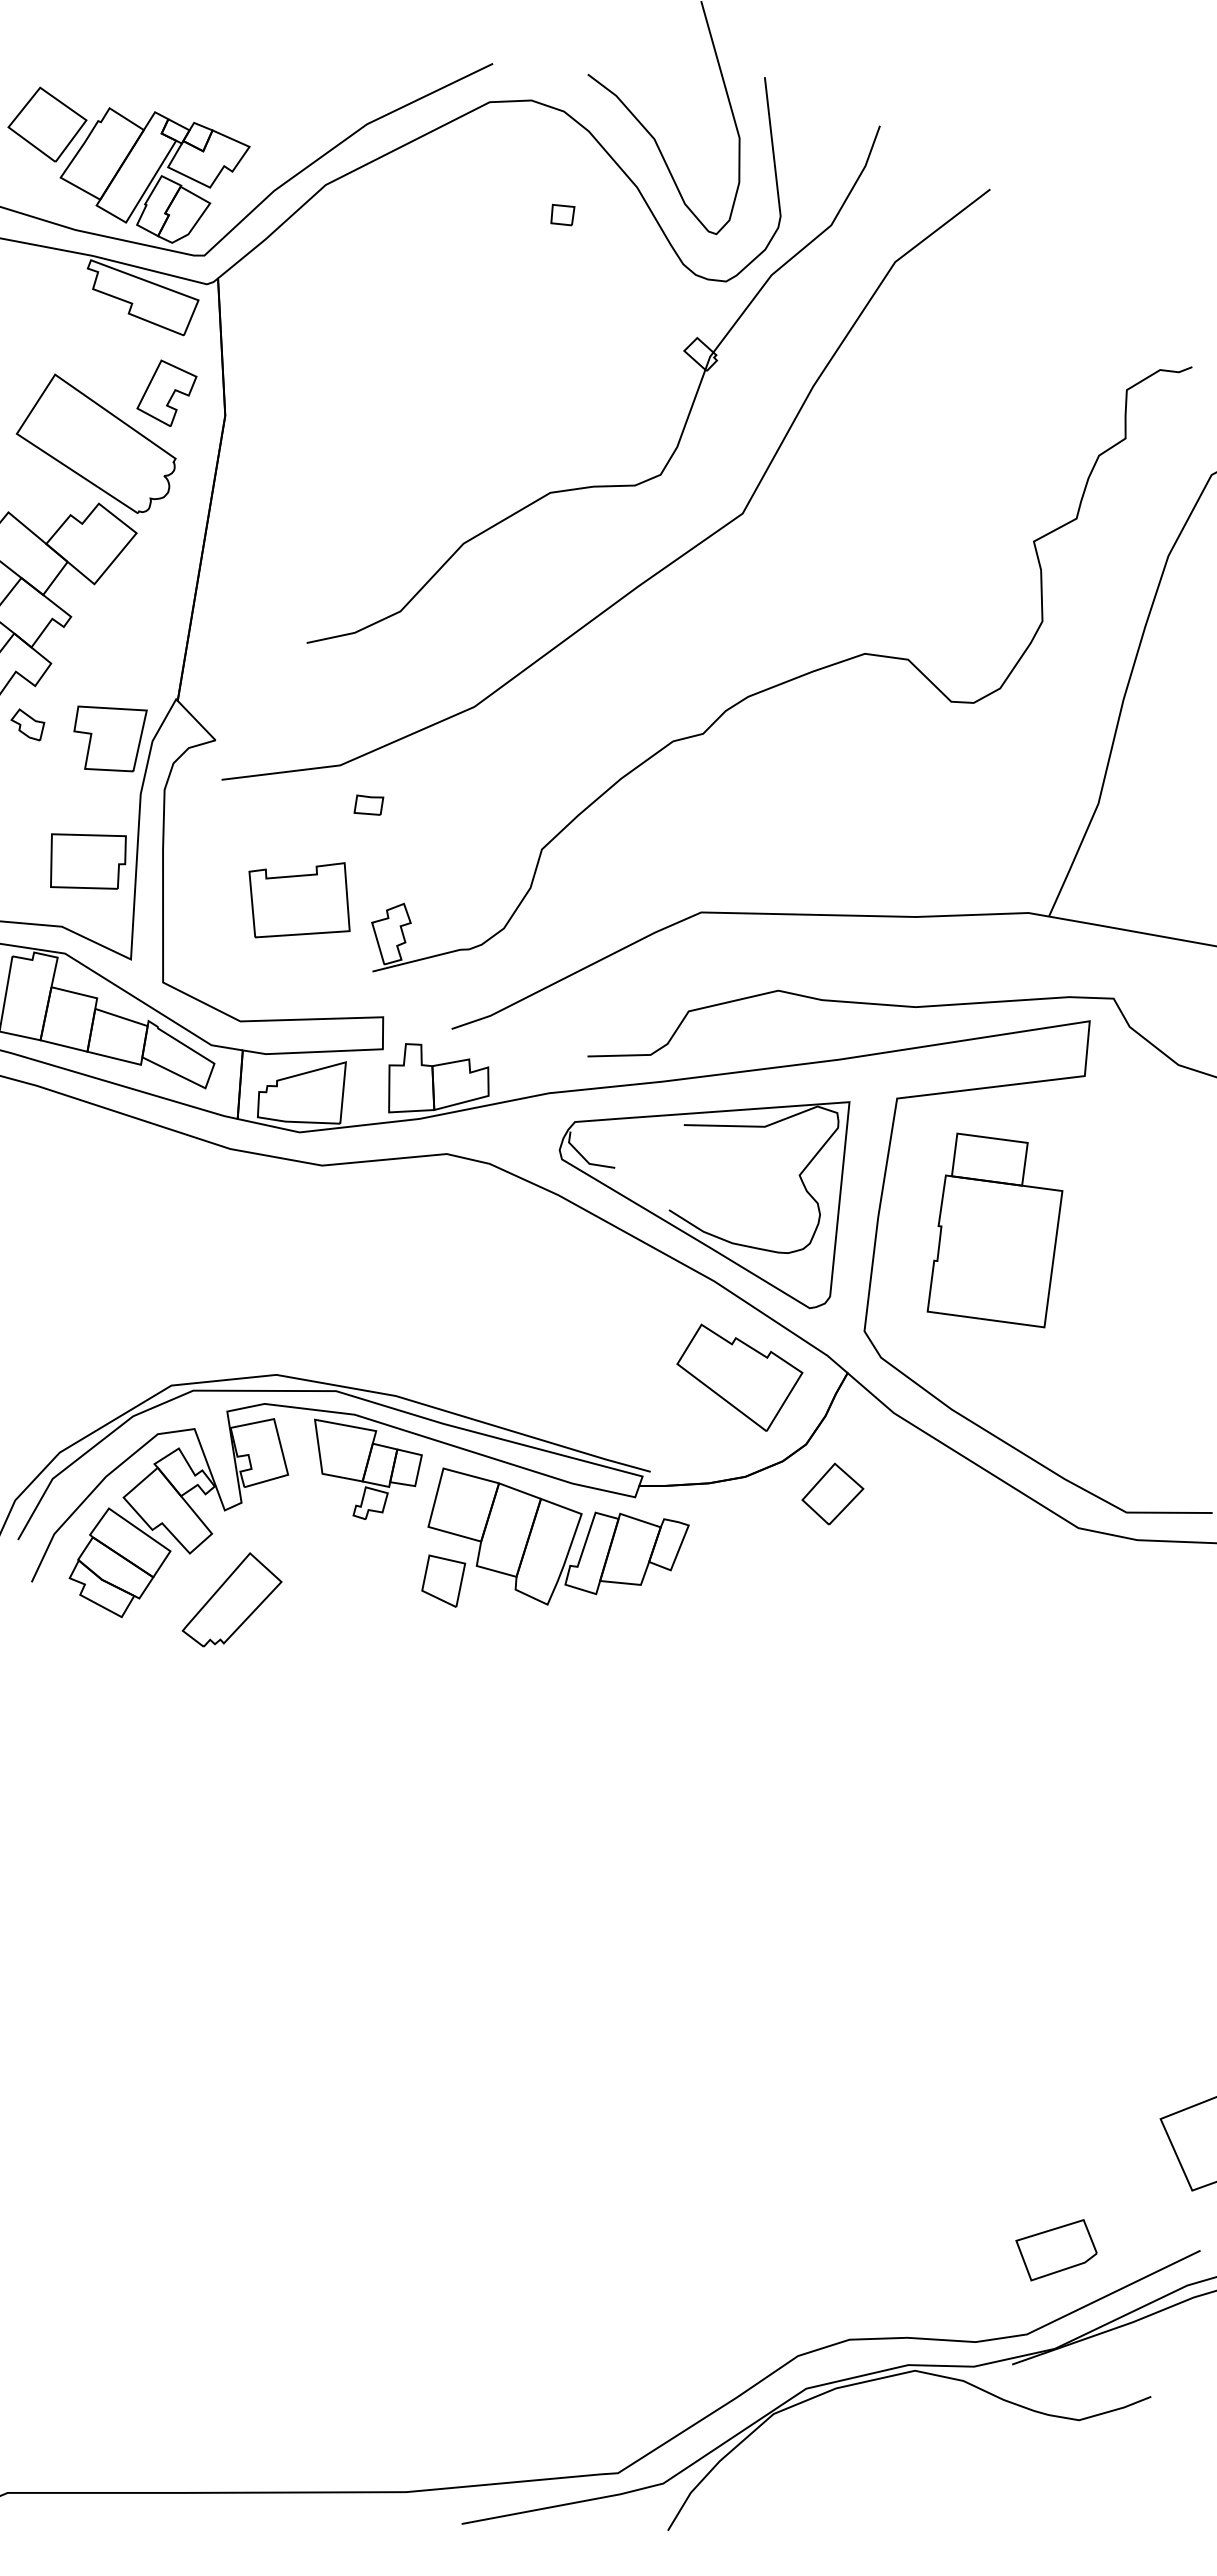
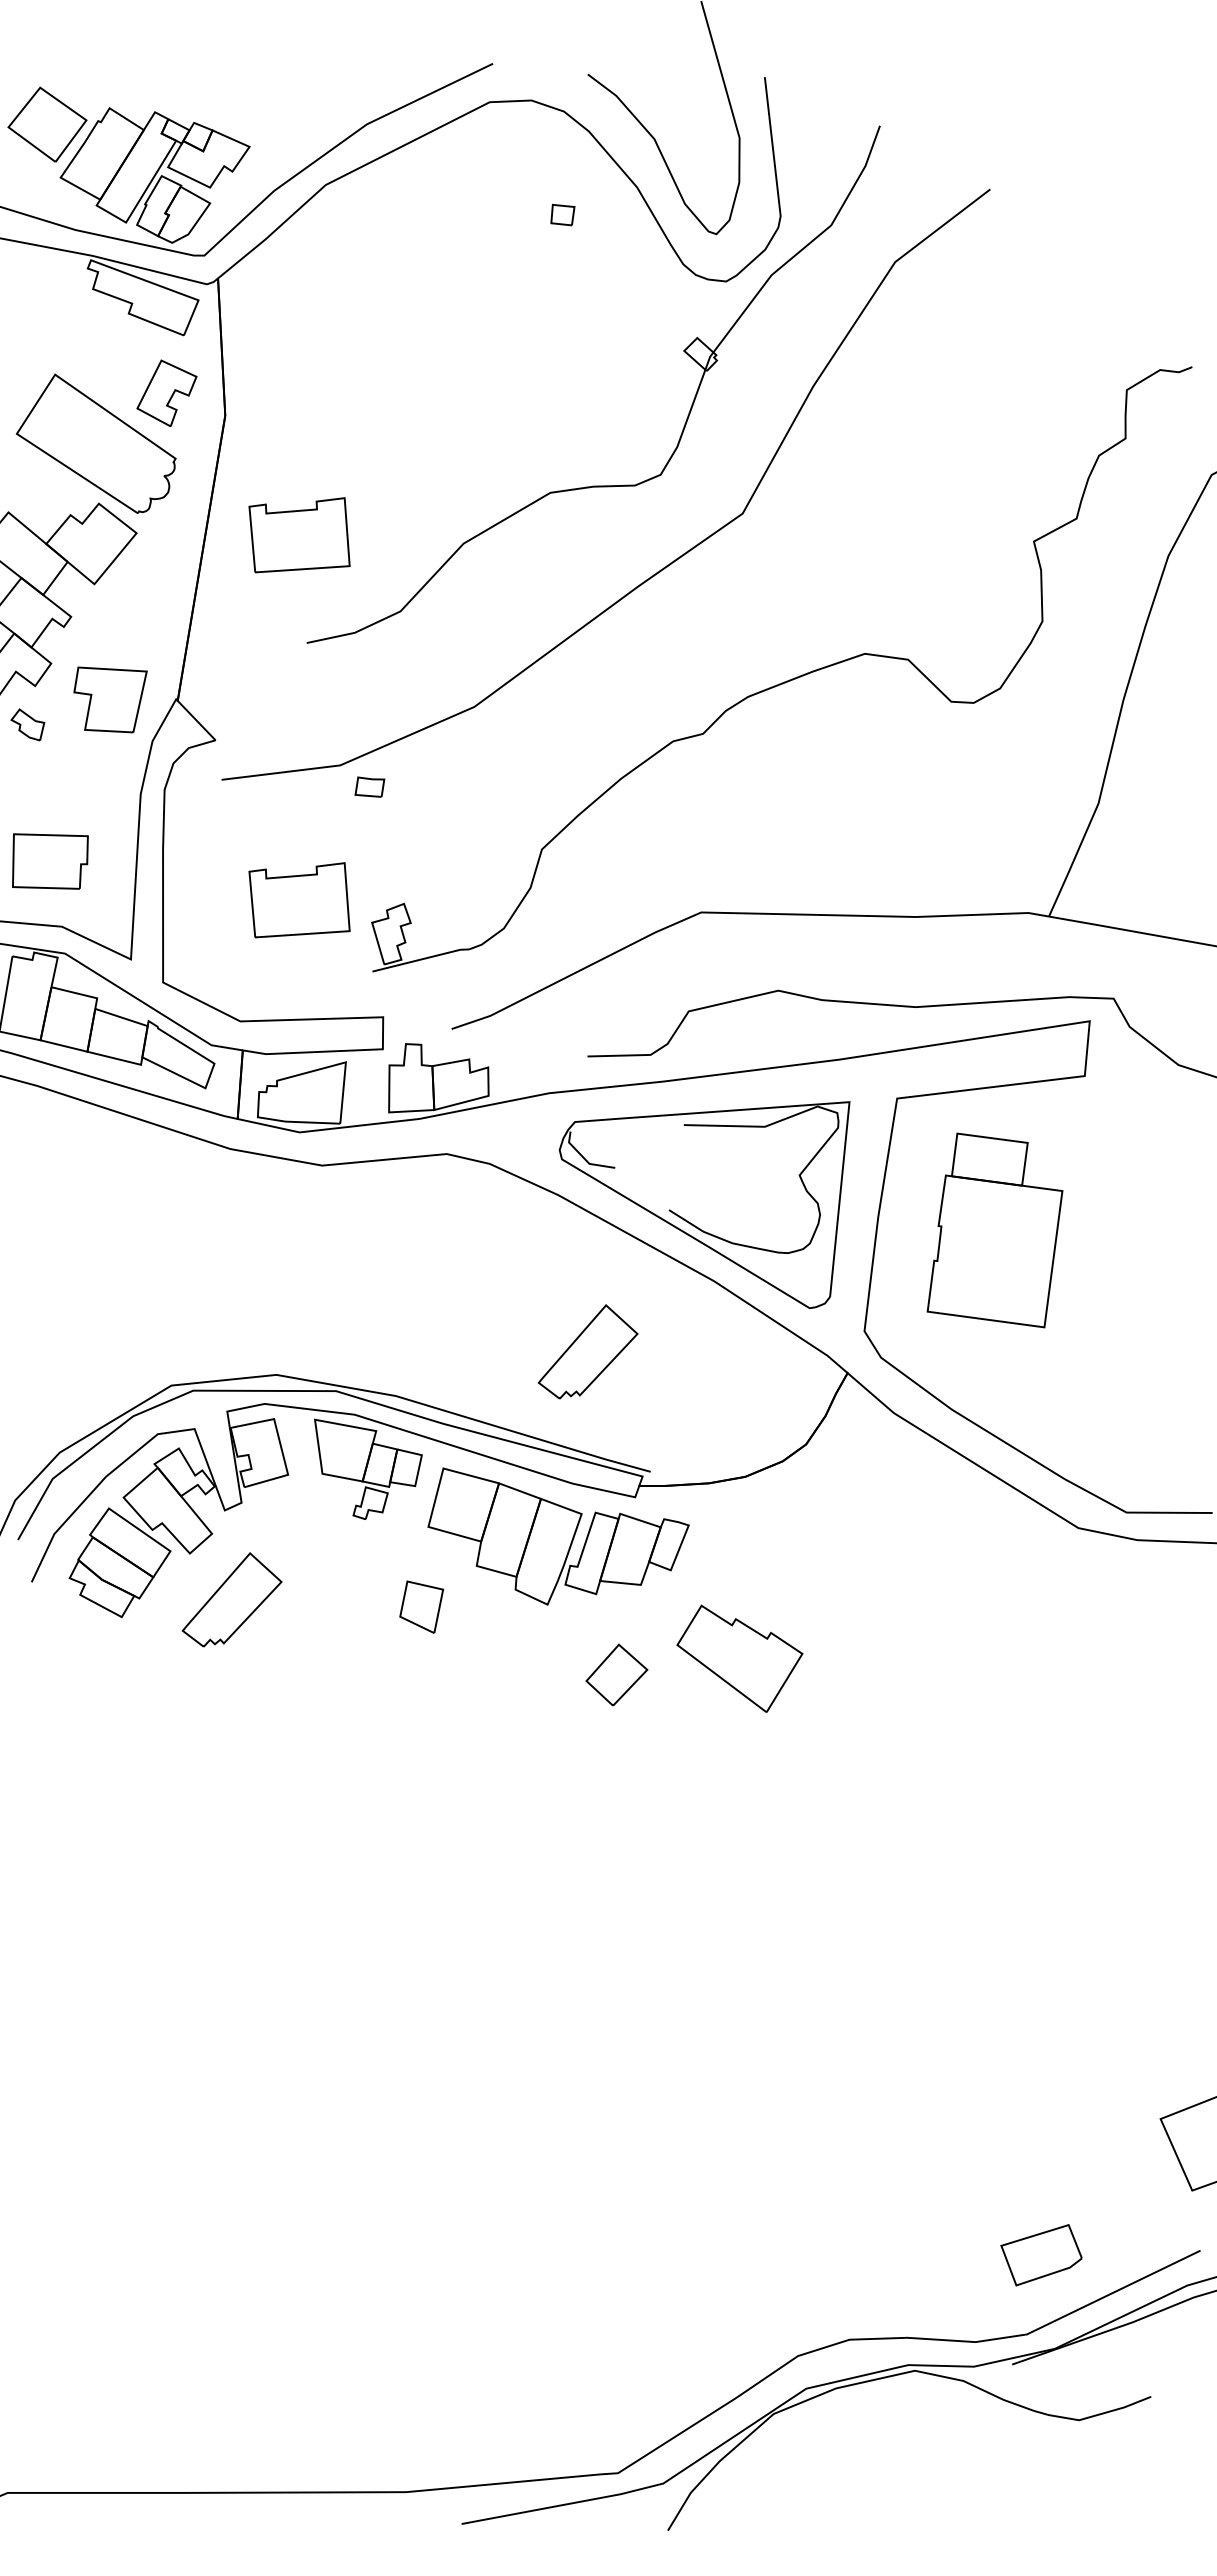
part at (299, 535): none -> present
part at (110, 738) position: (110, 738) -> (110, 699)
part at (368, 804) position: (368, 804) -> (369, 786)
part at (88, 861) position: (88, 861) -> (50, 861)
part at (587, 1351): none -> present
part at (739, 1377) position: (739, 1377) -> (739, 1658)
part at (832, 1493) position: (832, 1493) -> (616, 1674)
part at (443, 1580) position: (443, 1580) -> (421, 1606)
part at (1056, 2250) position: (1056, 2250) -> (1041, 2255)
